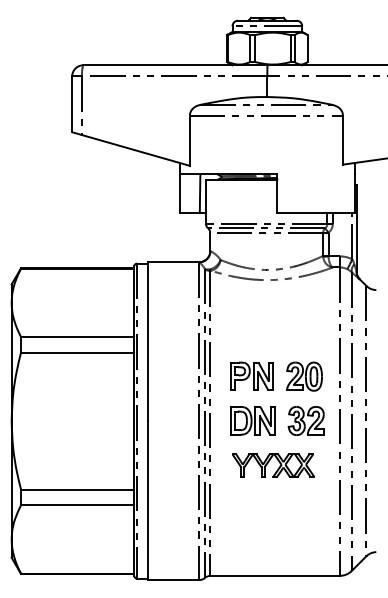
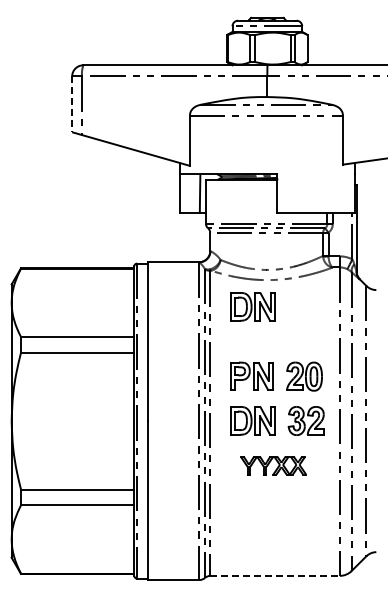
line at (72, 104): solid -> dashed
part at (252, 306): none -> present
part at (273, 465) size: 83x25 px -> 67x20 px
line at (275, 575): solid -> dashed
